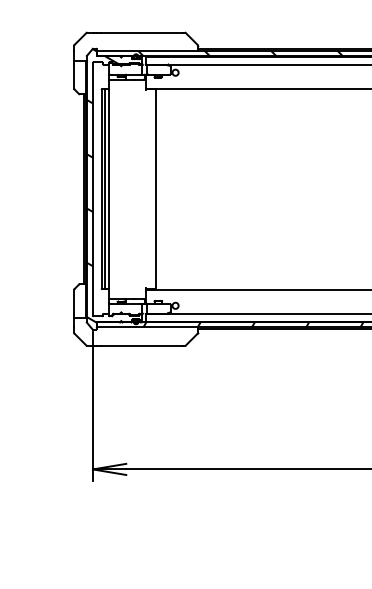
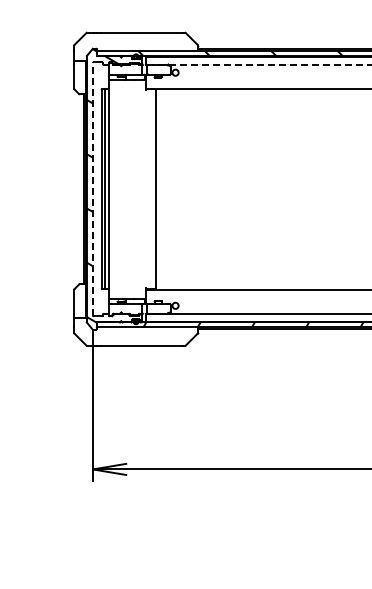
line at (259, 64): solid -> dashed
line at (92, 188): solid -> dashed
